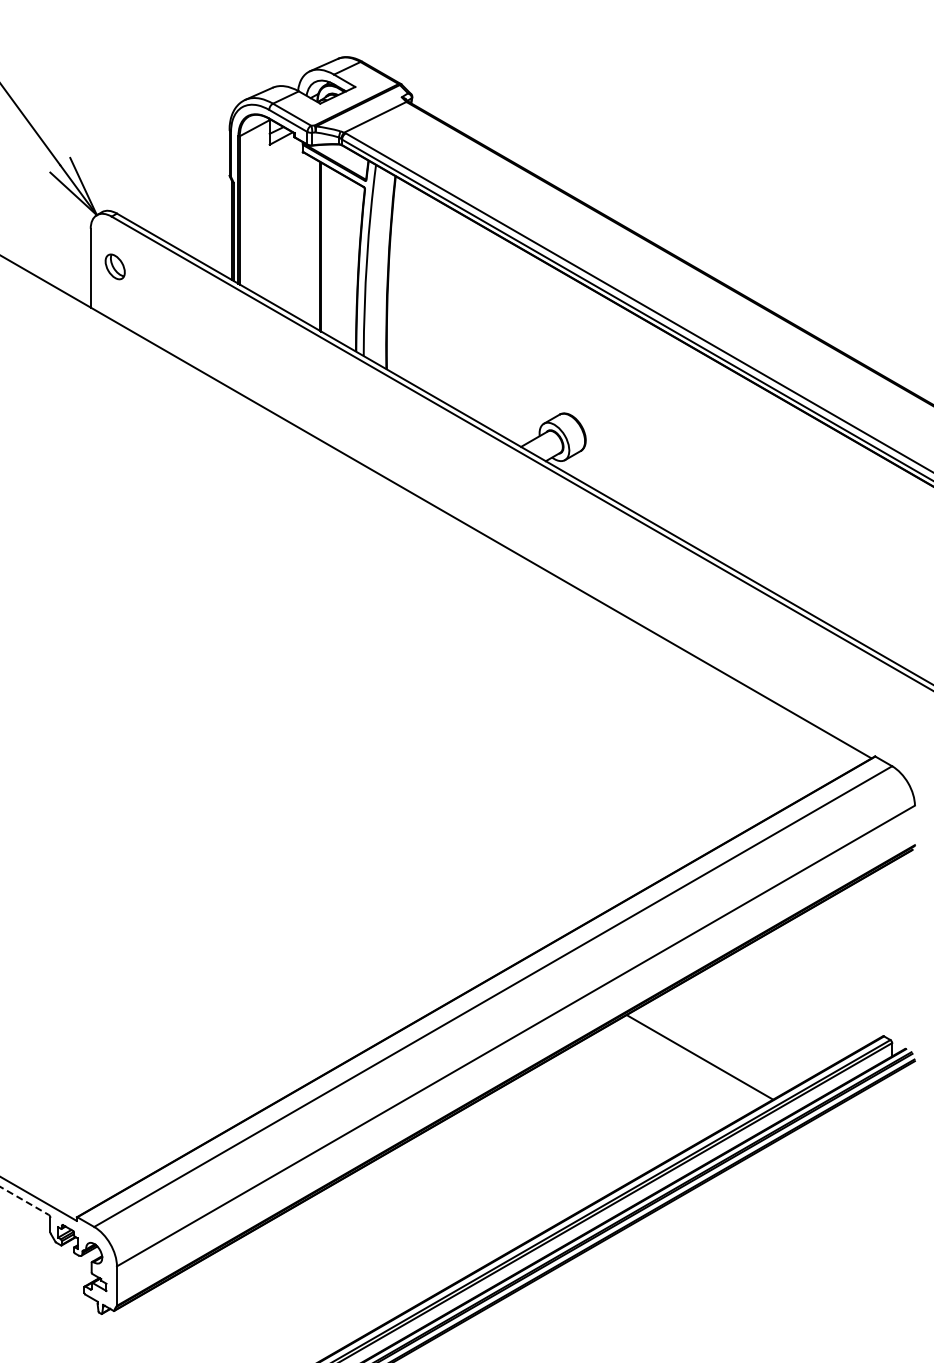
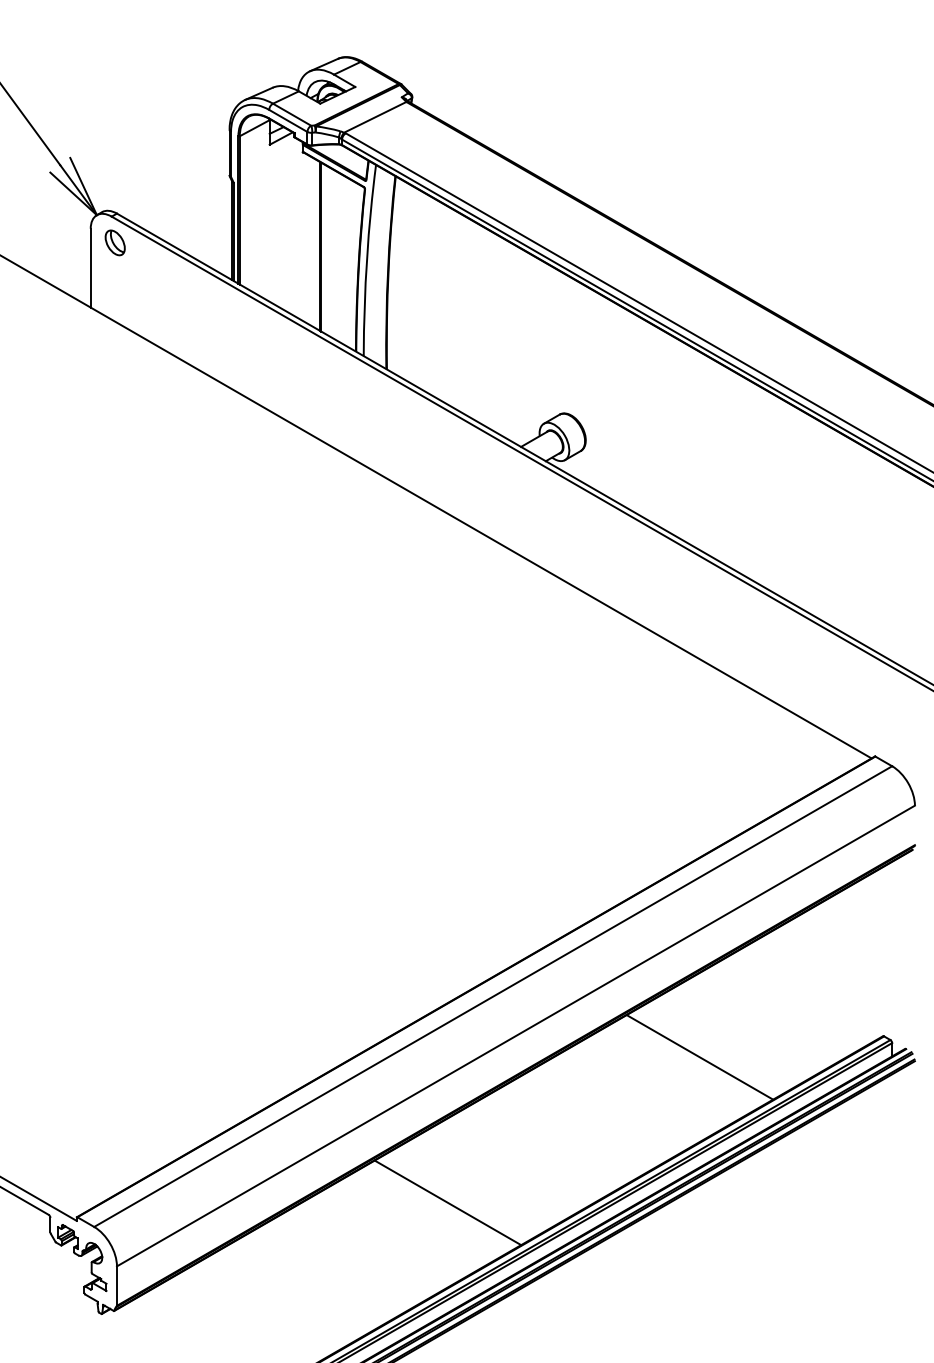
part at (114, 266) position: (114, 266) -> (114, 242)
line at (24, 1200): dashed -> solid
line at (447, 1202): none -> present
